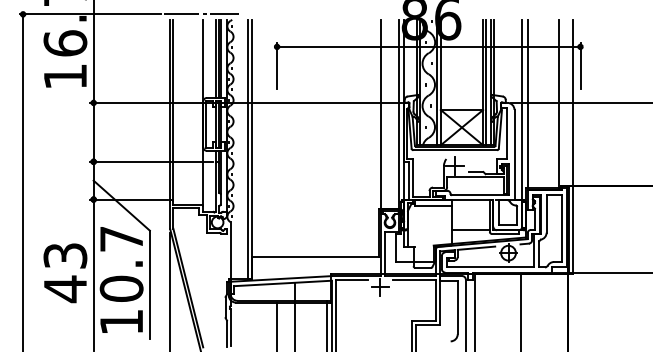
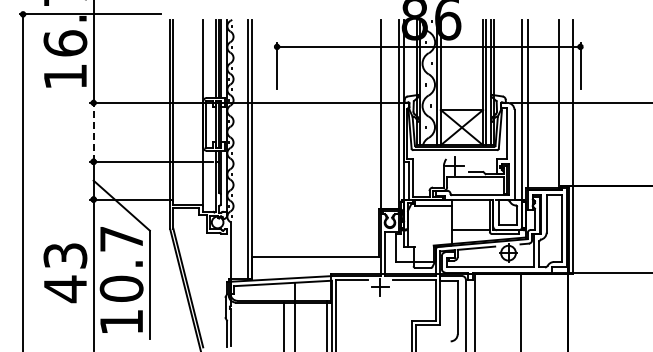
line at (201, 14): present -> none
line at (93, 131): solid -> dashed
line at (170, 290): present -> none
line at (277, 325) position: (277, 325) -> (284, 325)
